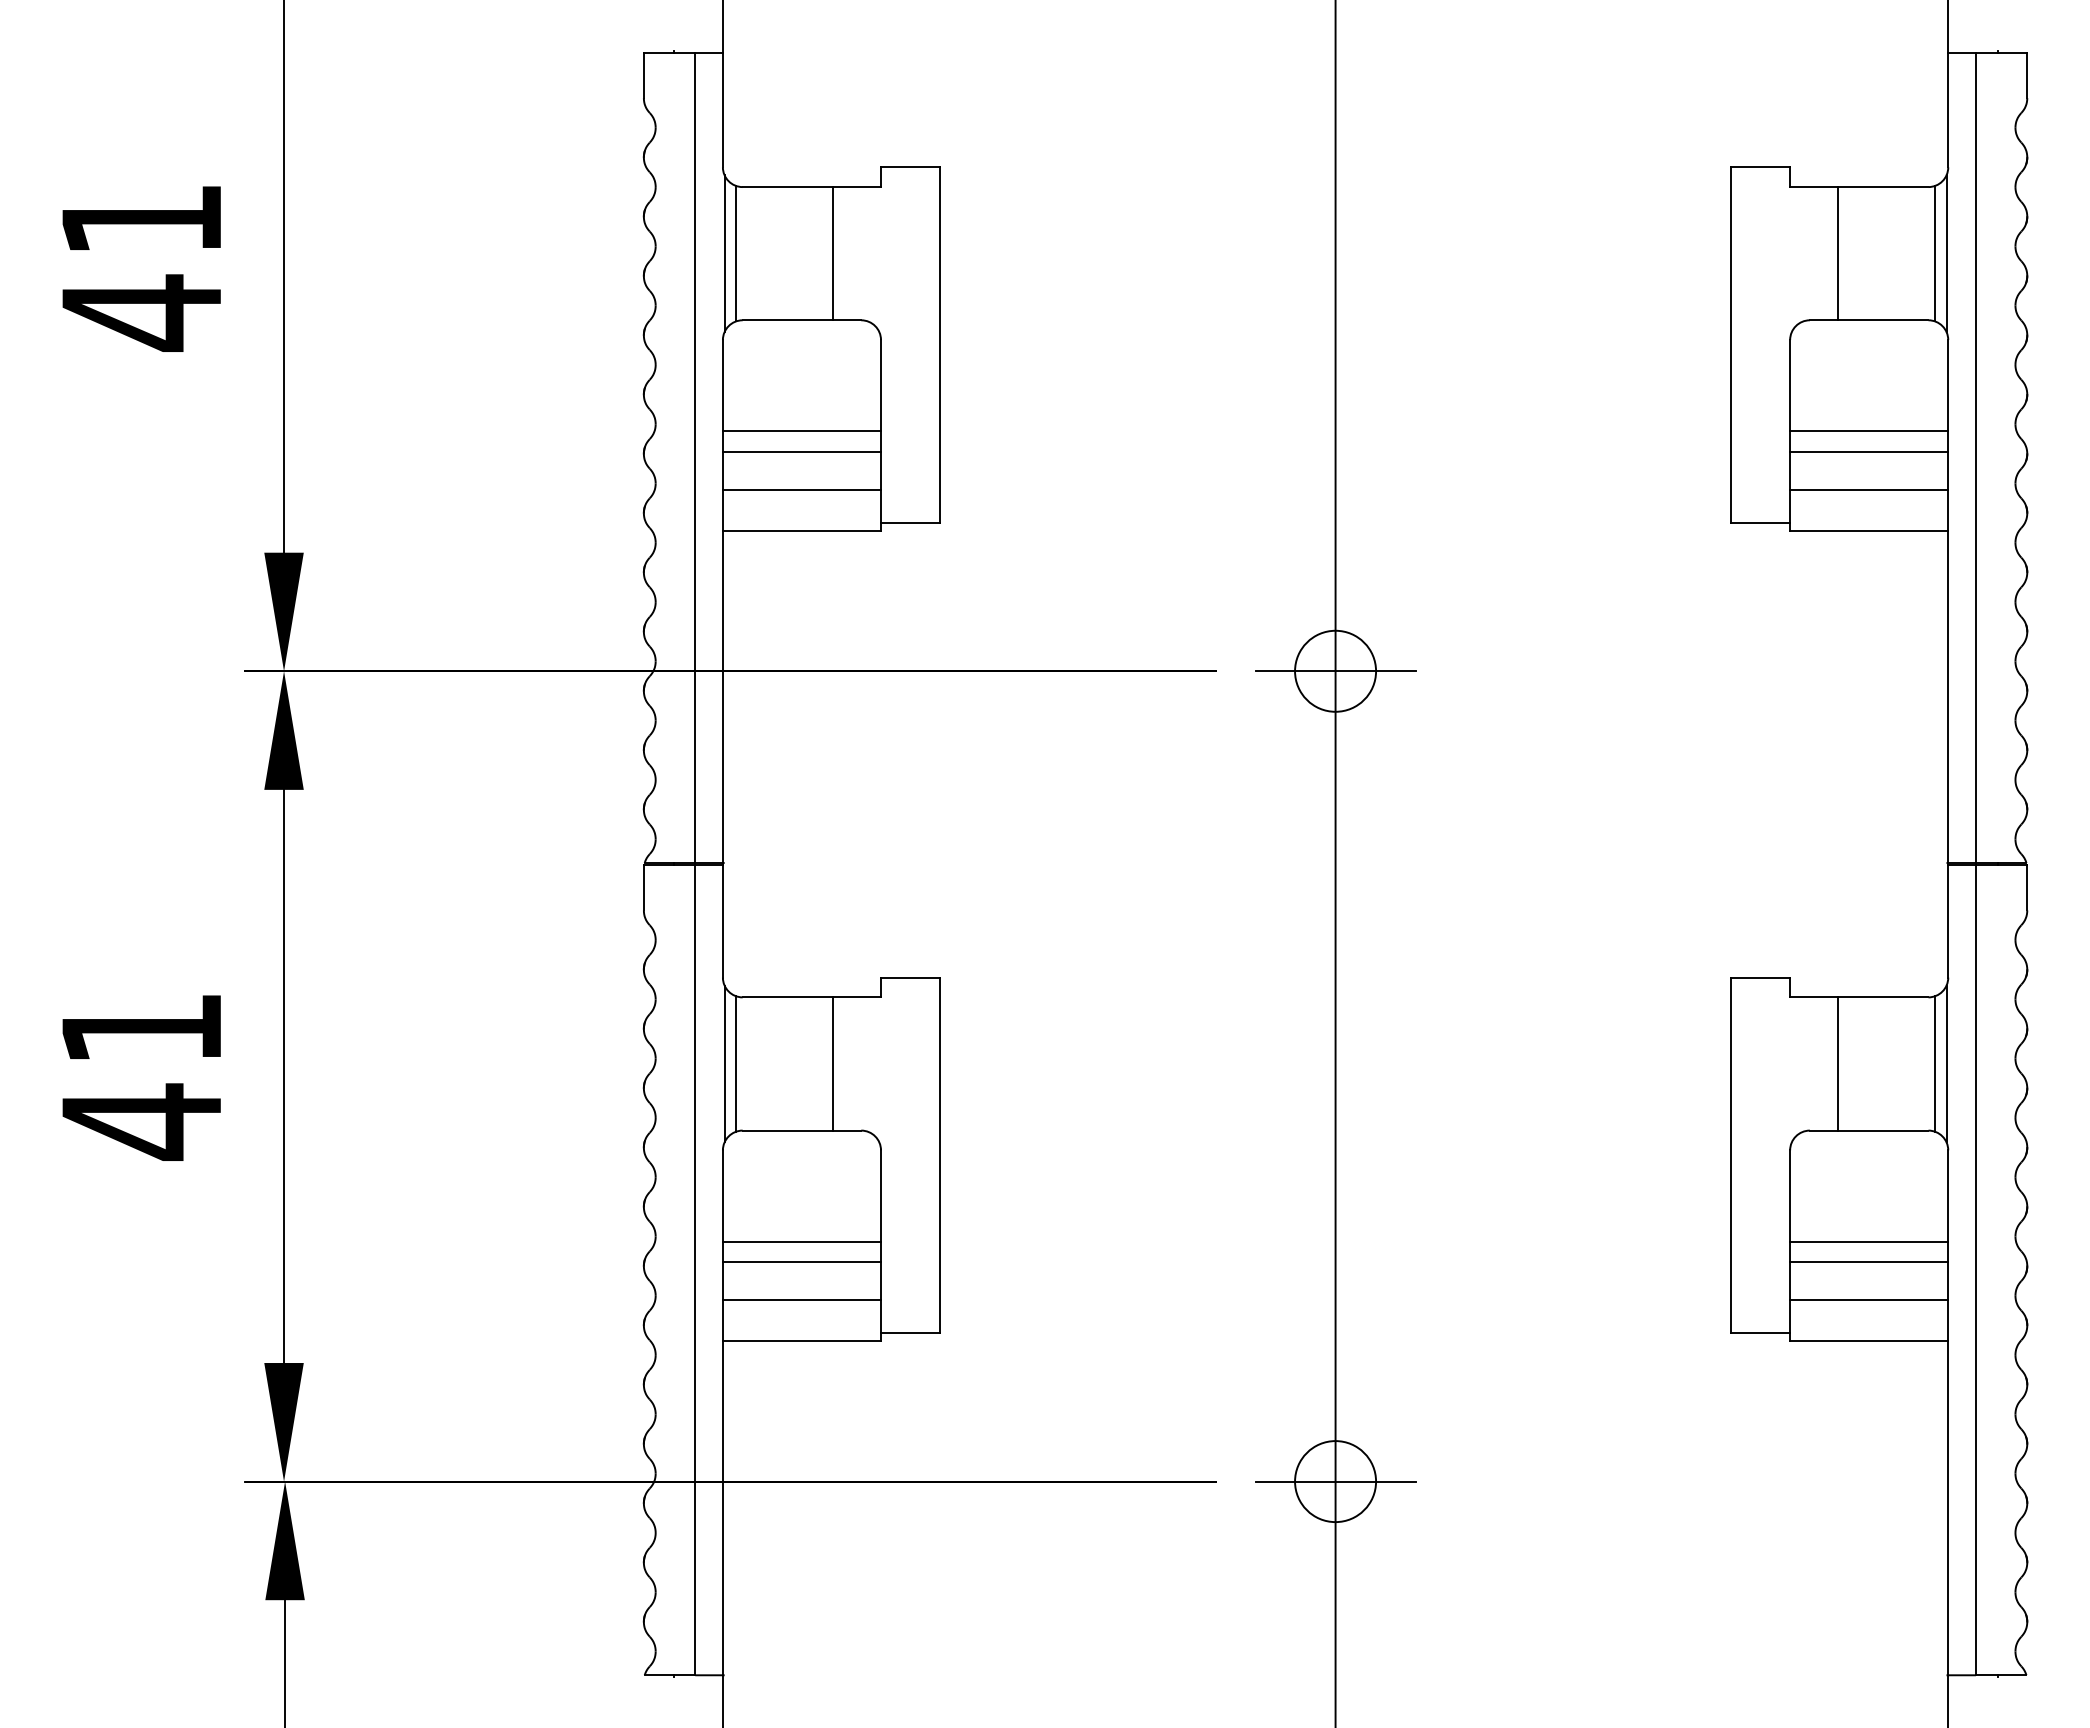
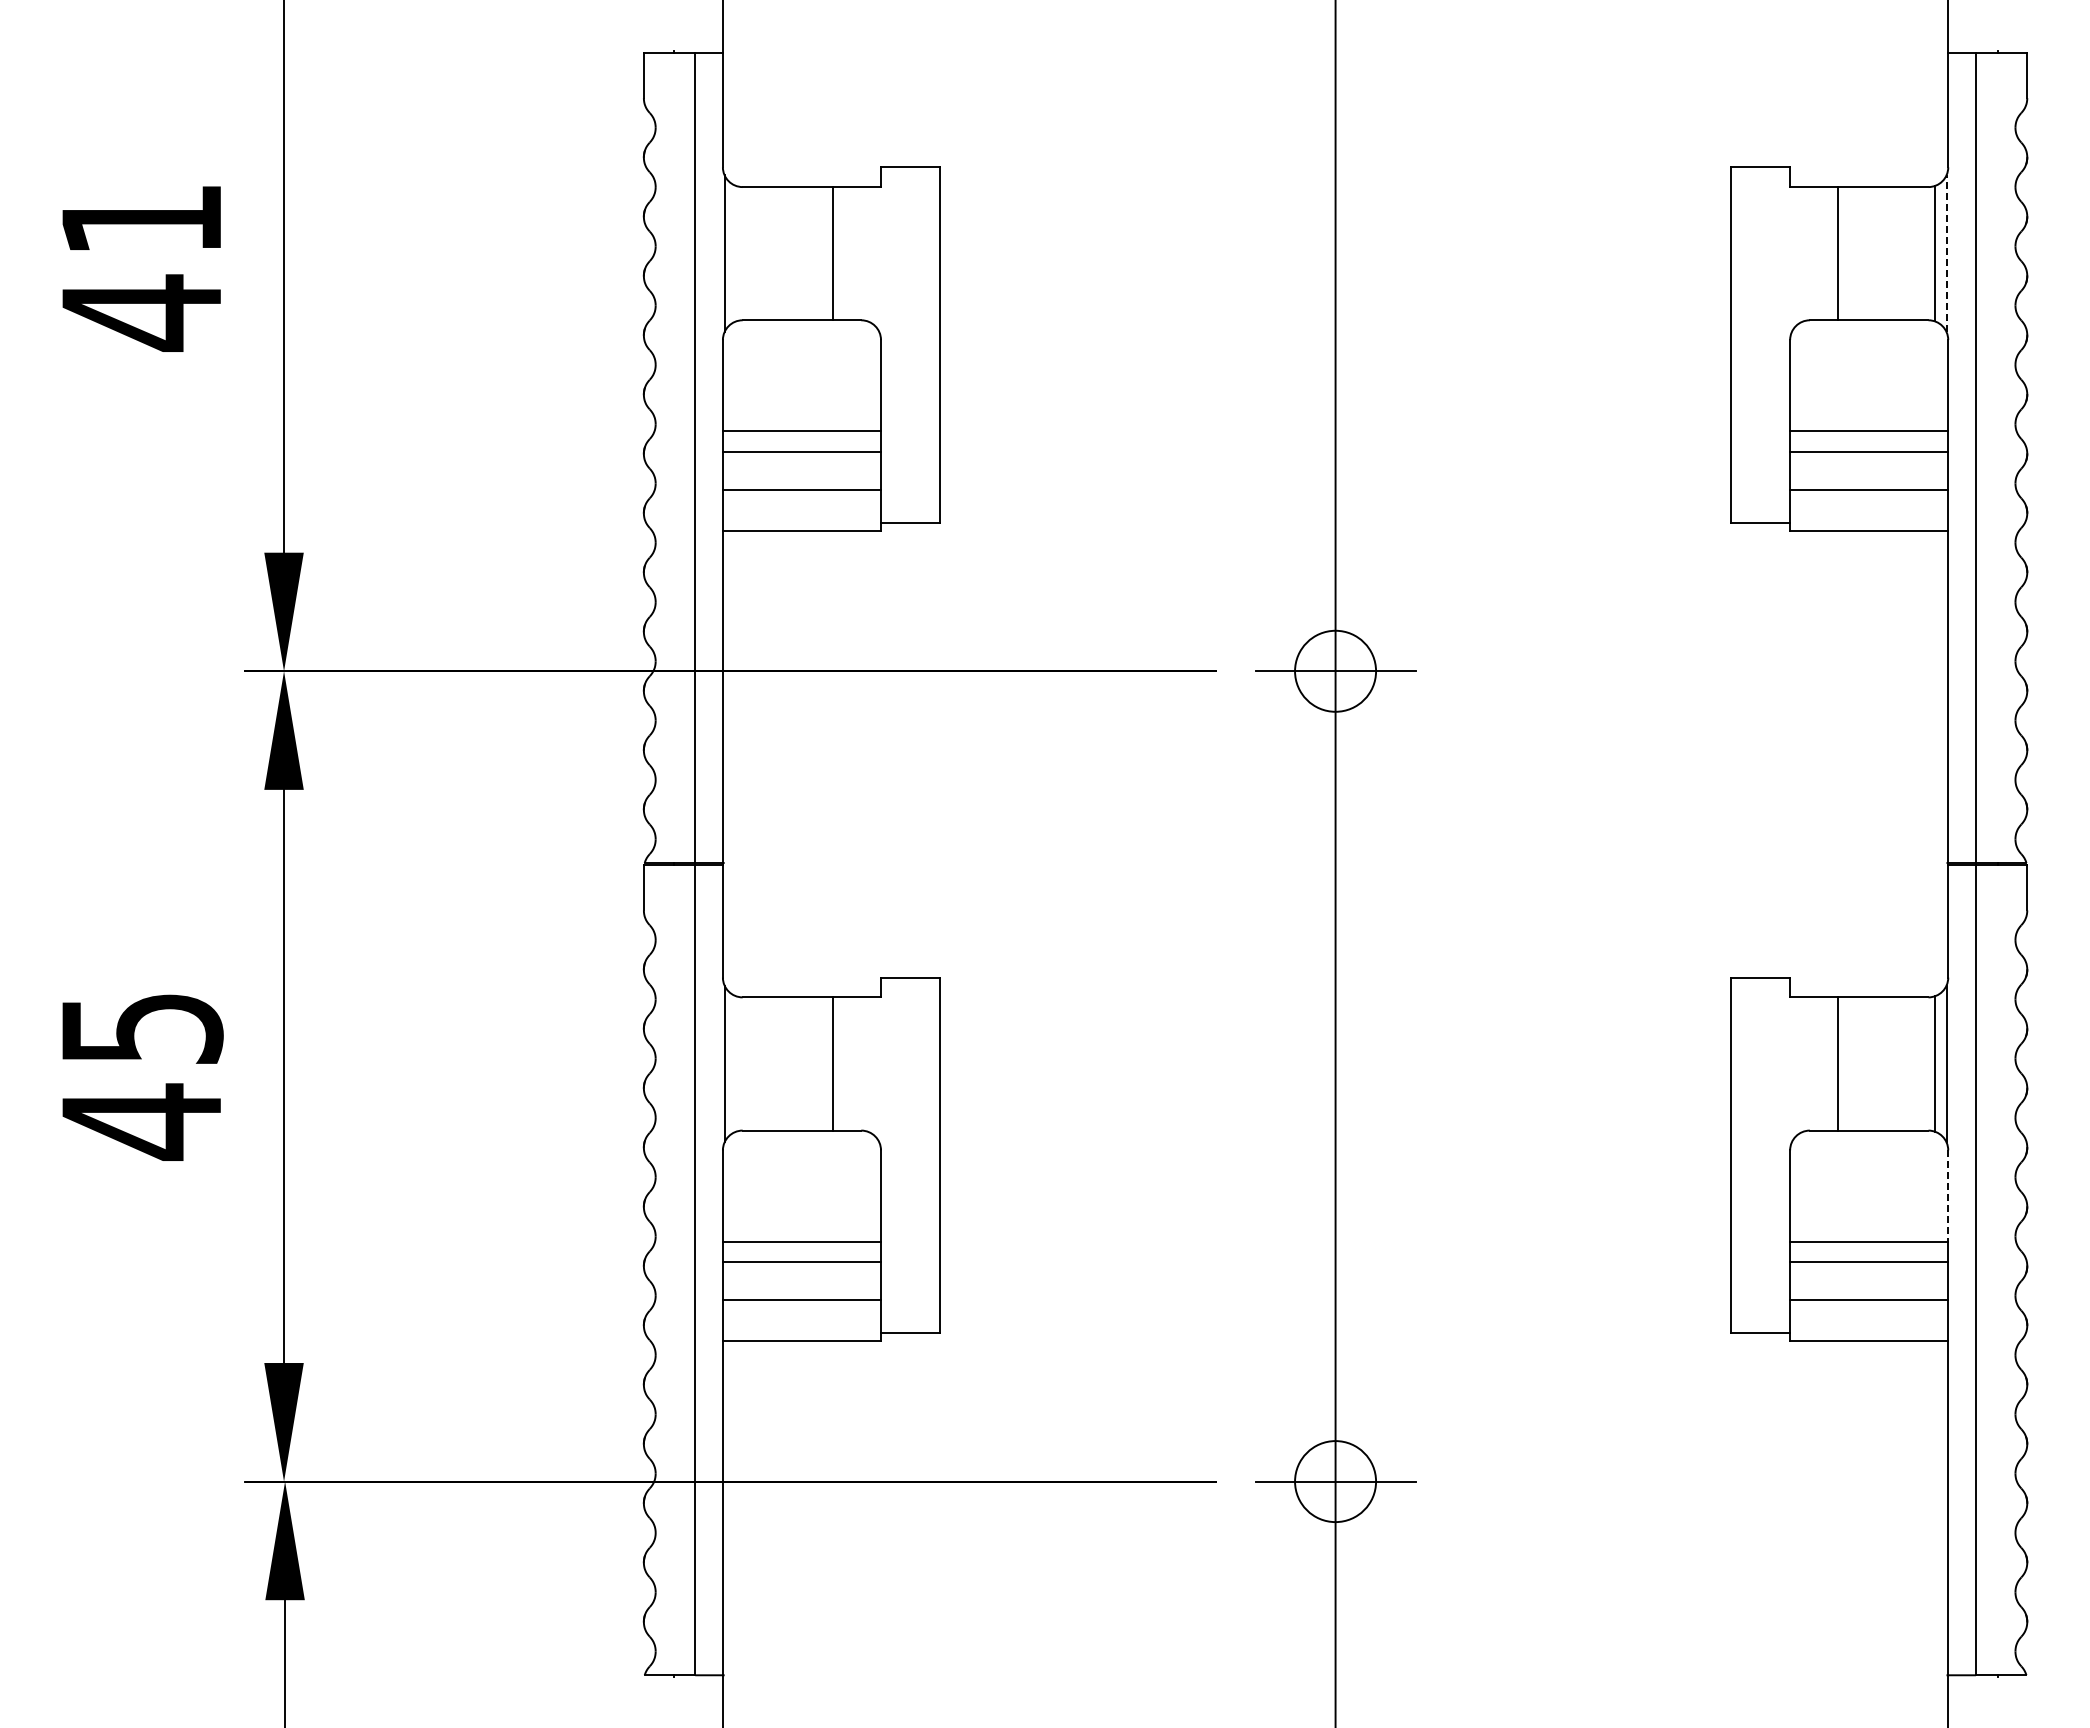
line at (736, 253): present -> none
line at (1946, 253): solid -> dashed
text at (142, 1028): 41 -> 45
line at (736, 1063): present -> none
line at (1948, 1195): solid -> dashed
